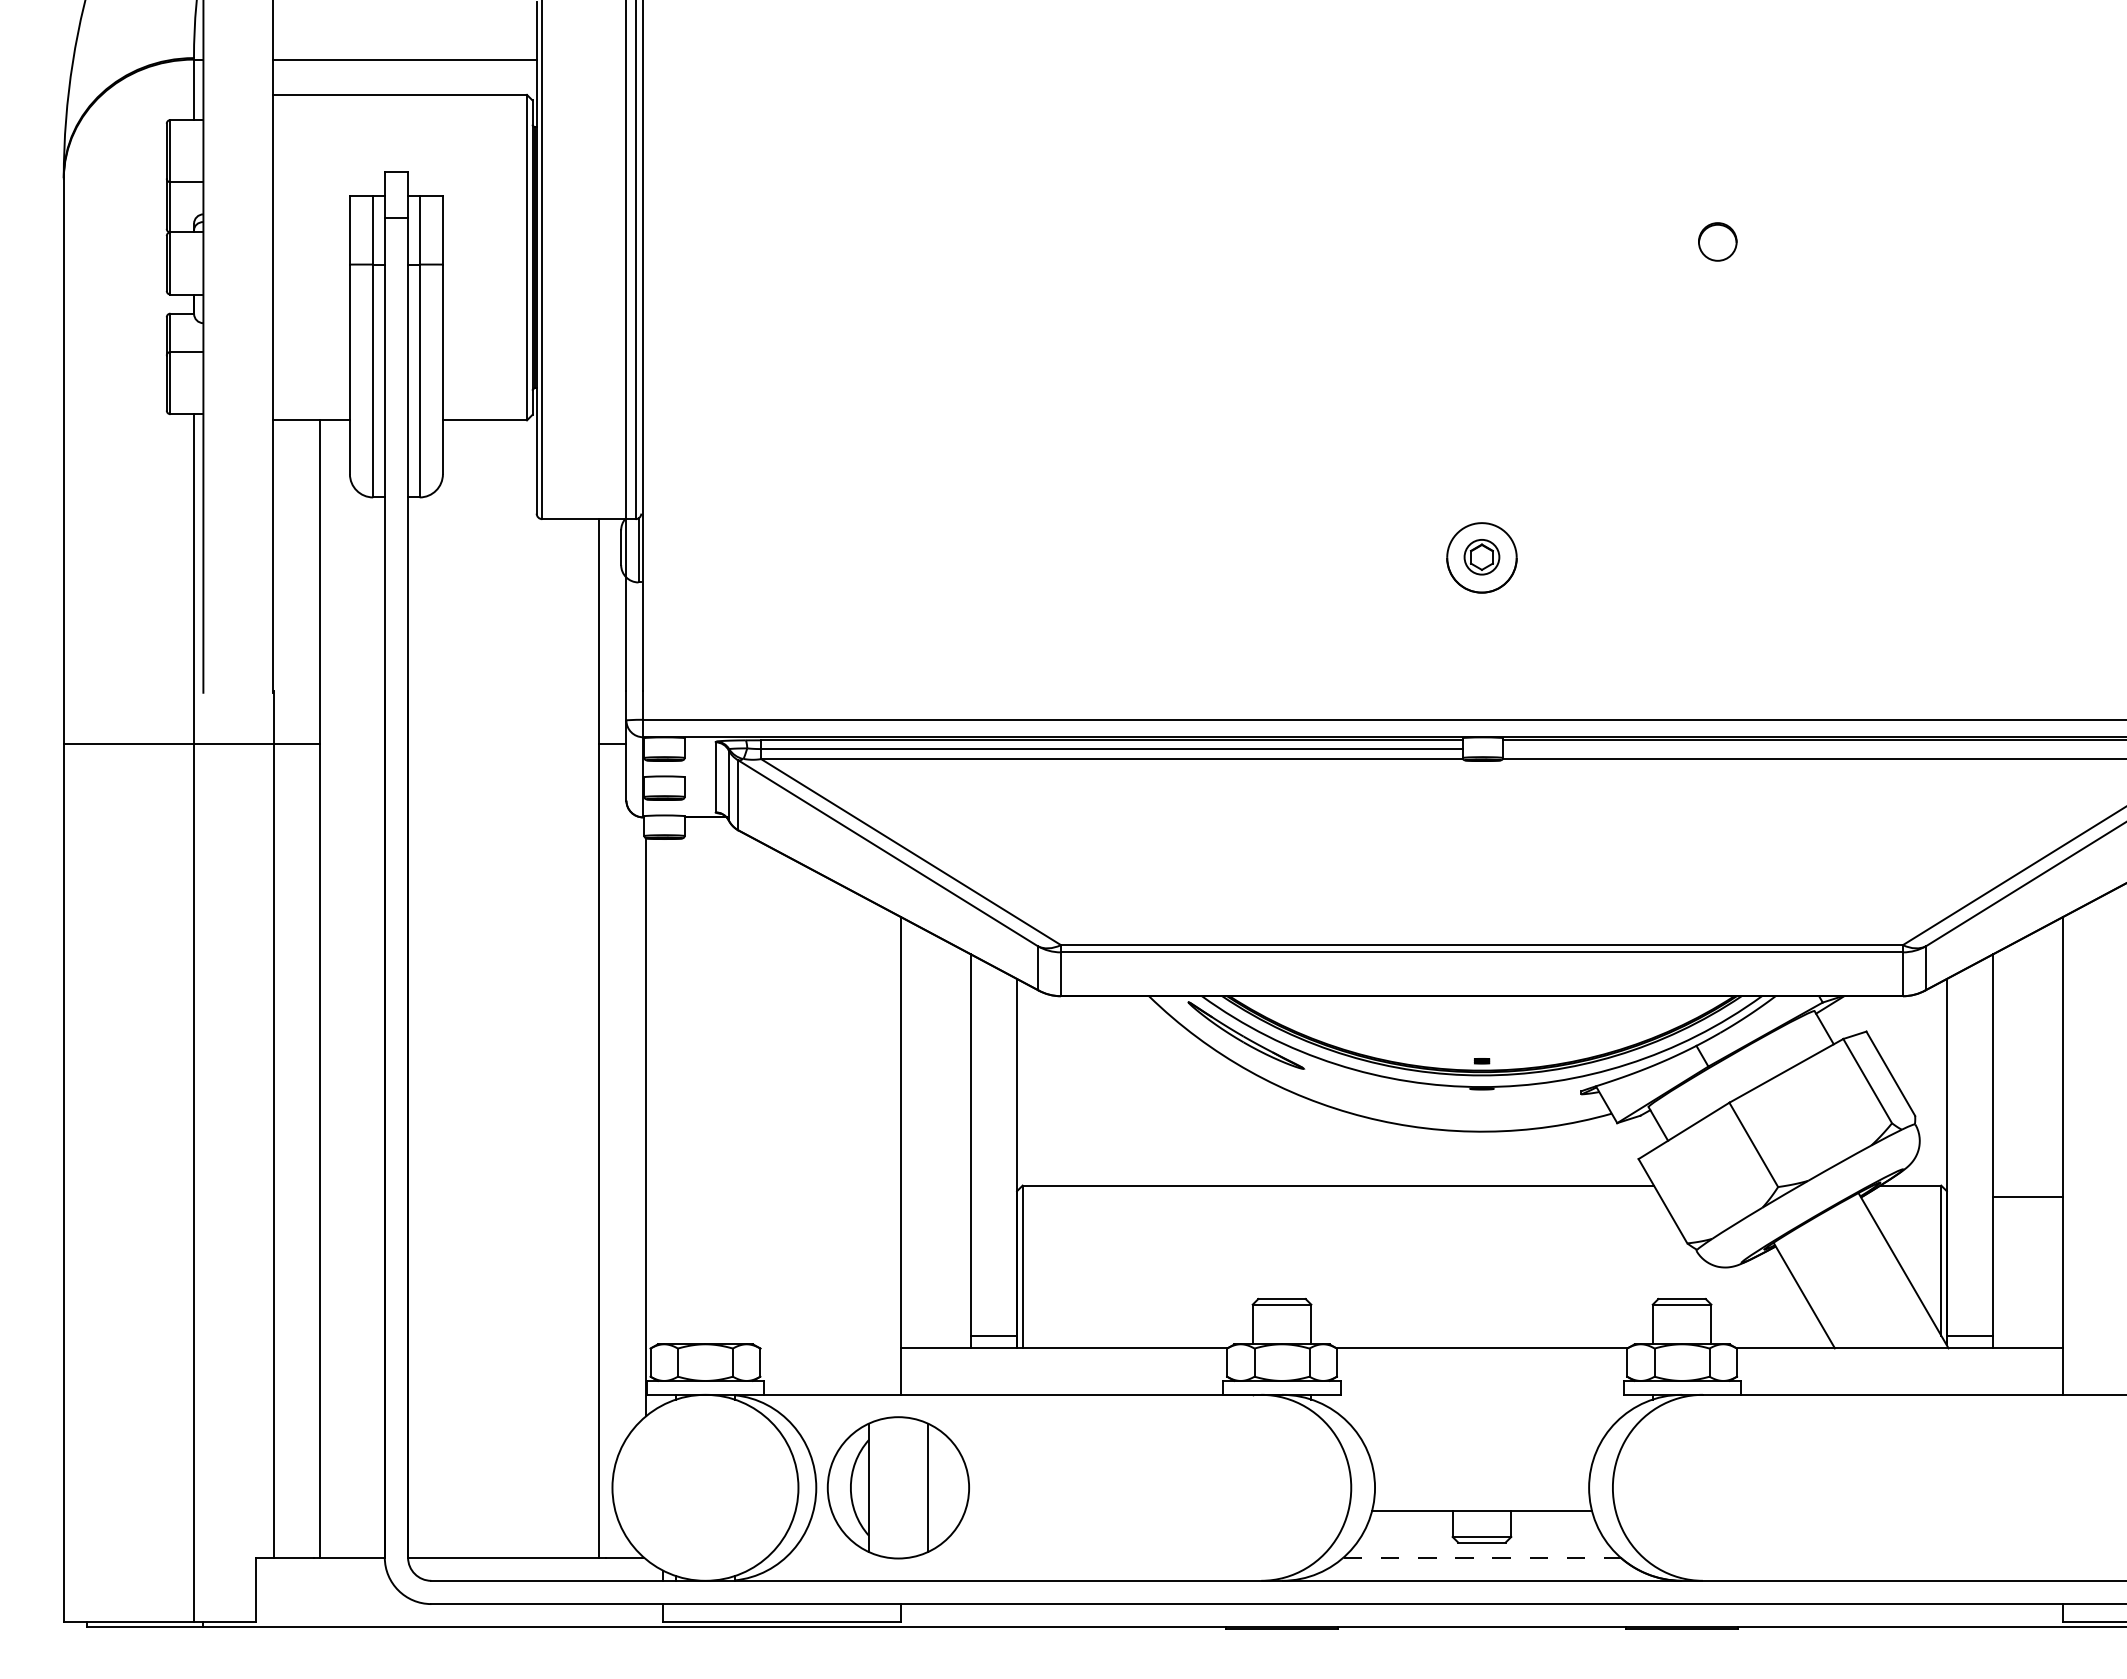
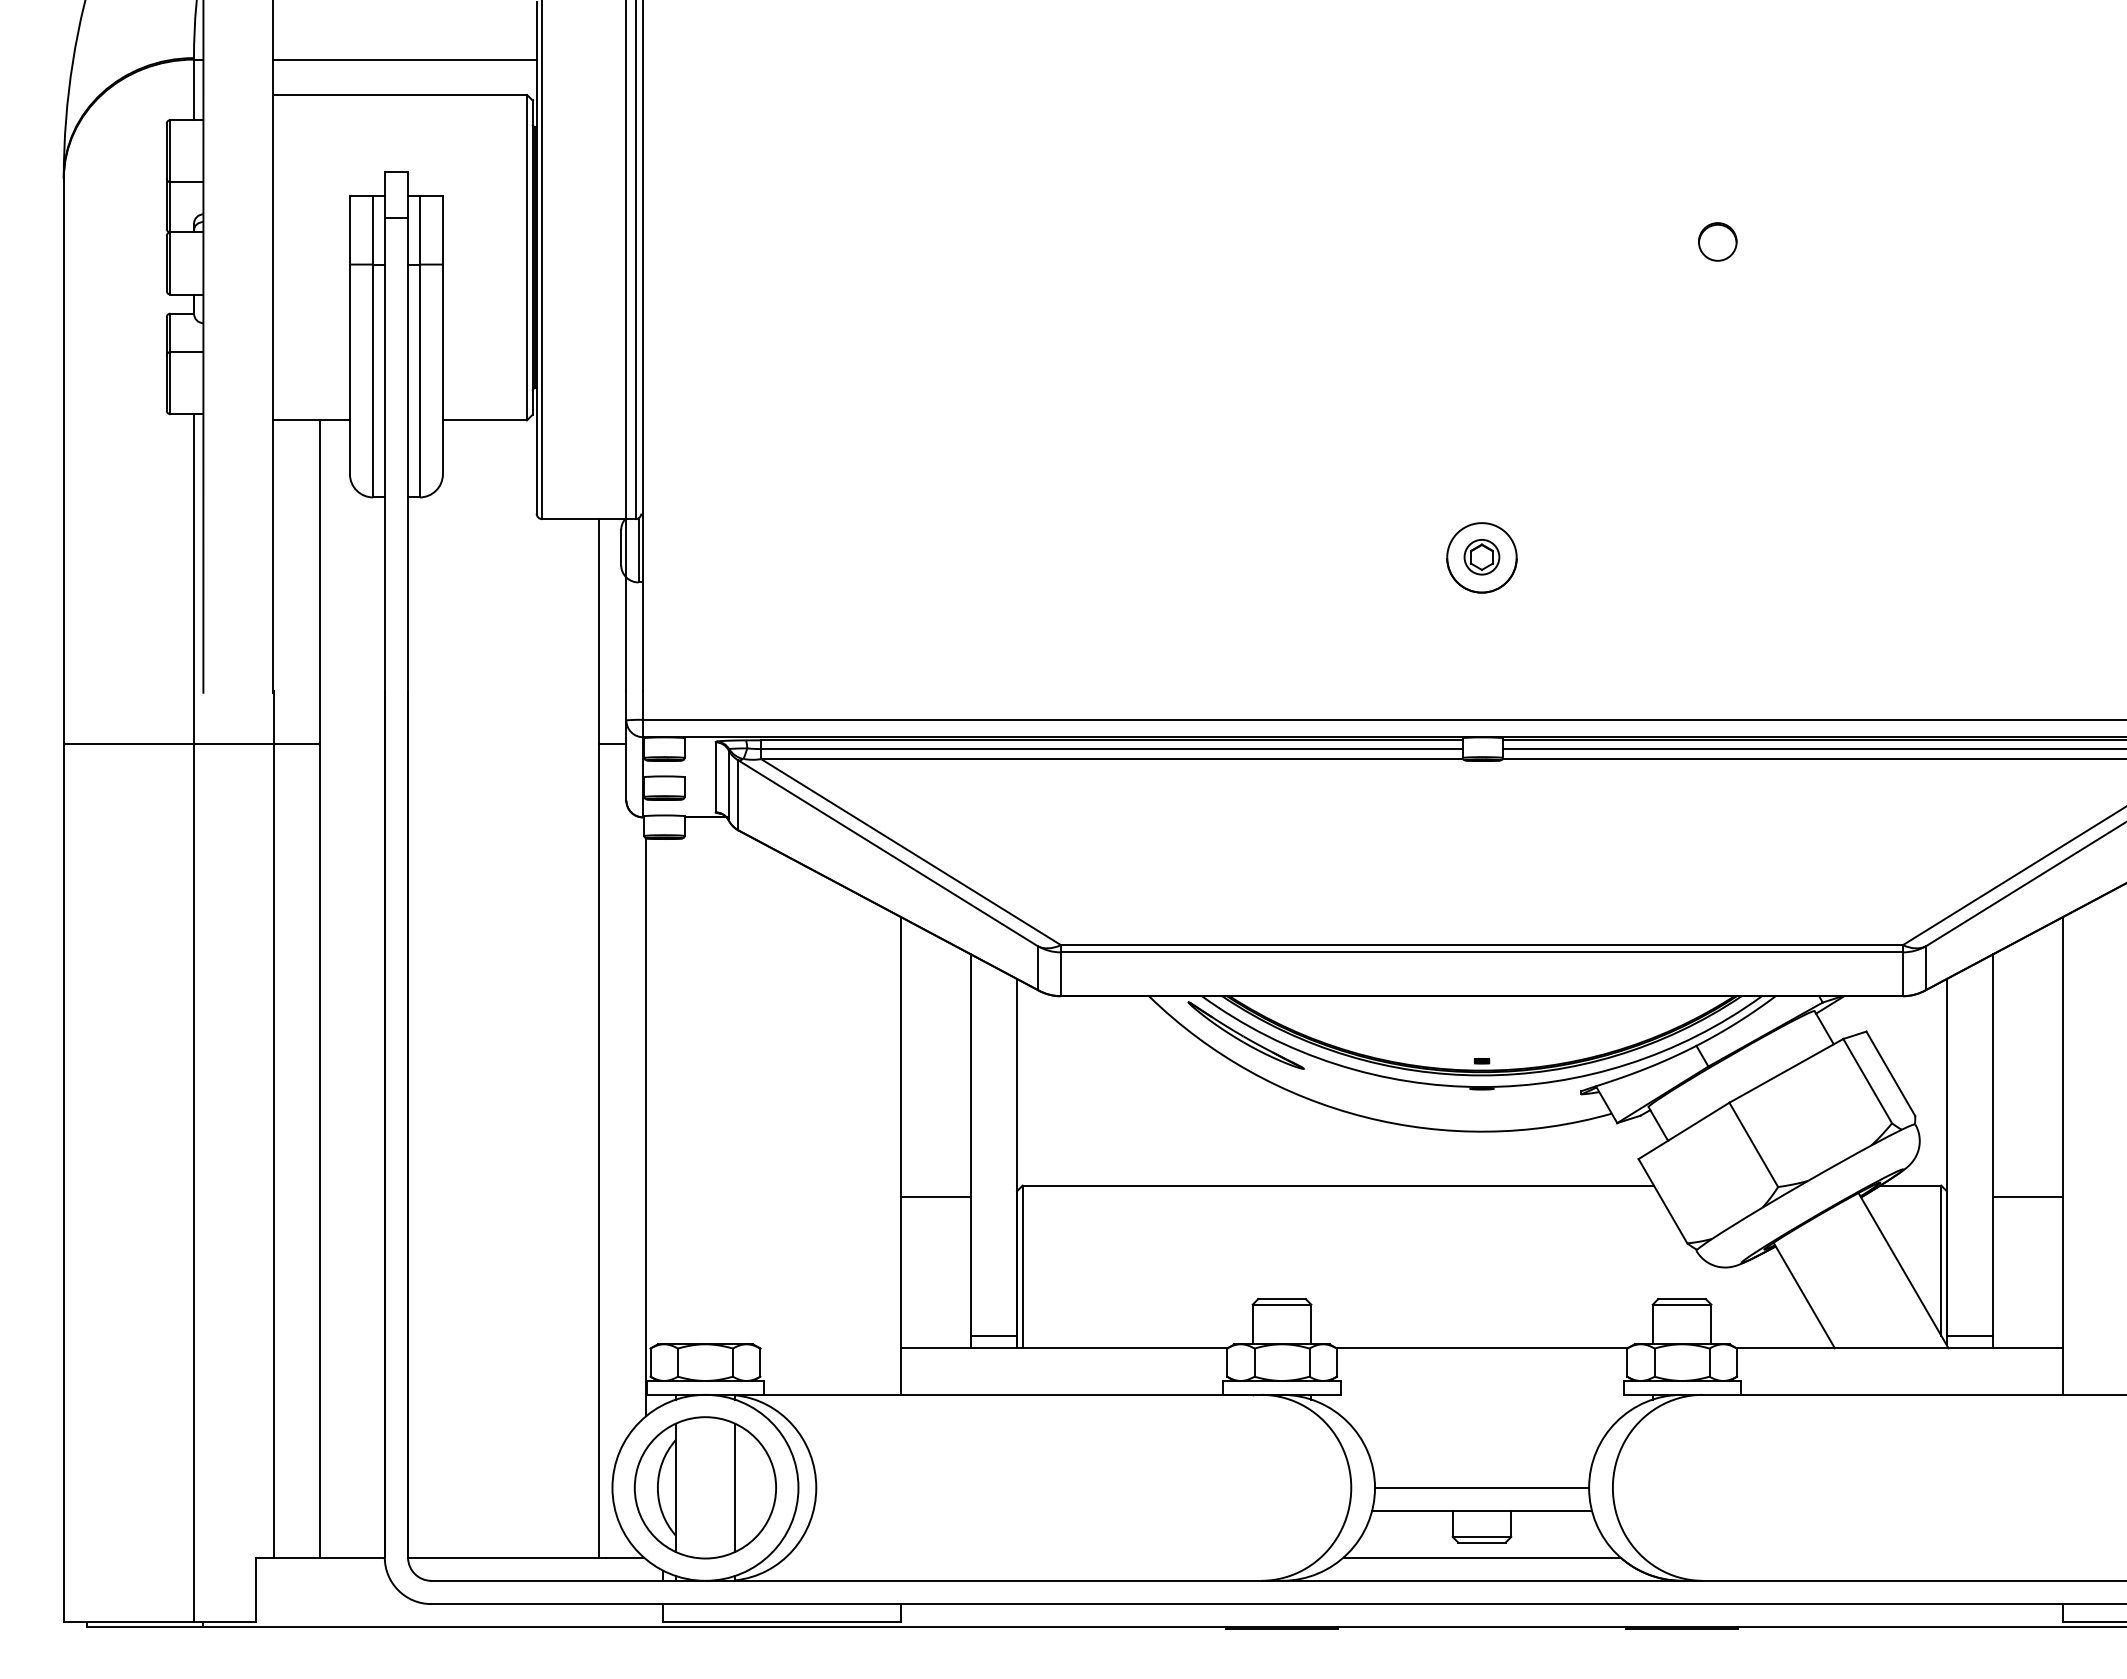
line at (1813, 749): none -> present
line at (935, 1197): none -> present
part at (897, 1487) position: (897, 1487) -> (704, 1487)
line at (1482, 1487): none -> present
line at (1482, 1557): dashed -> solid
